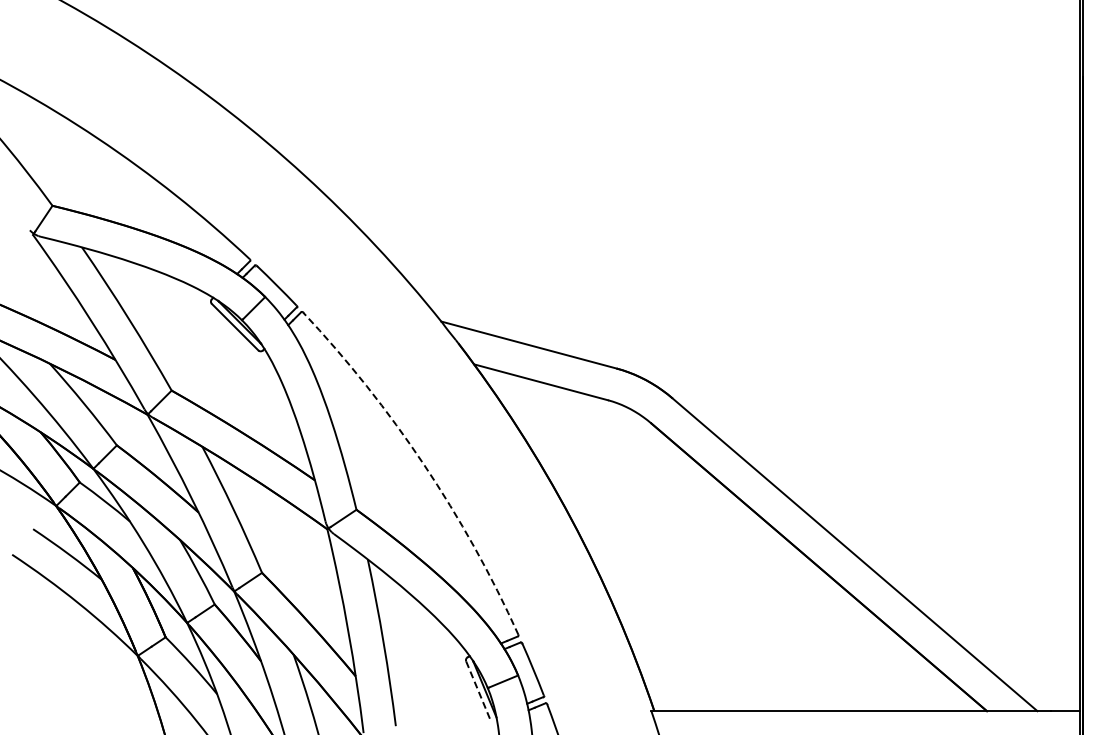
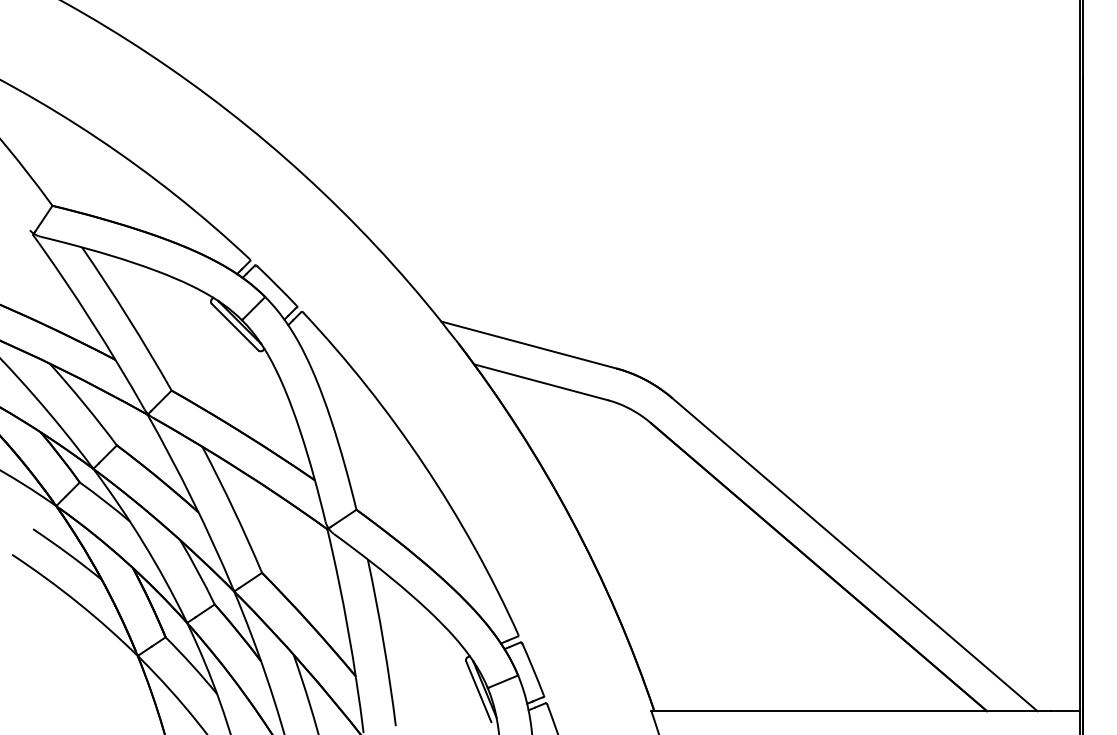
arc at (424, 464): dashed -> solid
line at (478, 691): dashed -> solid
